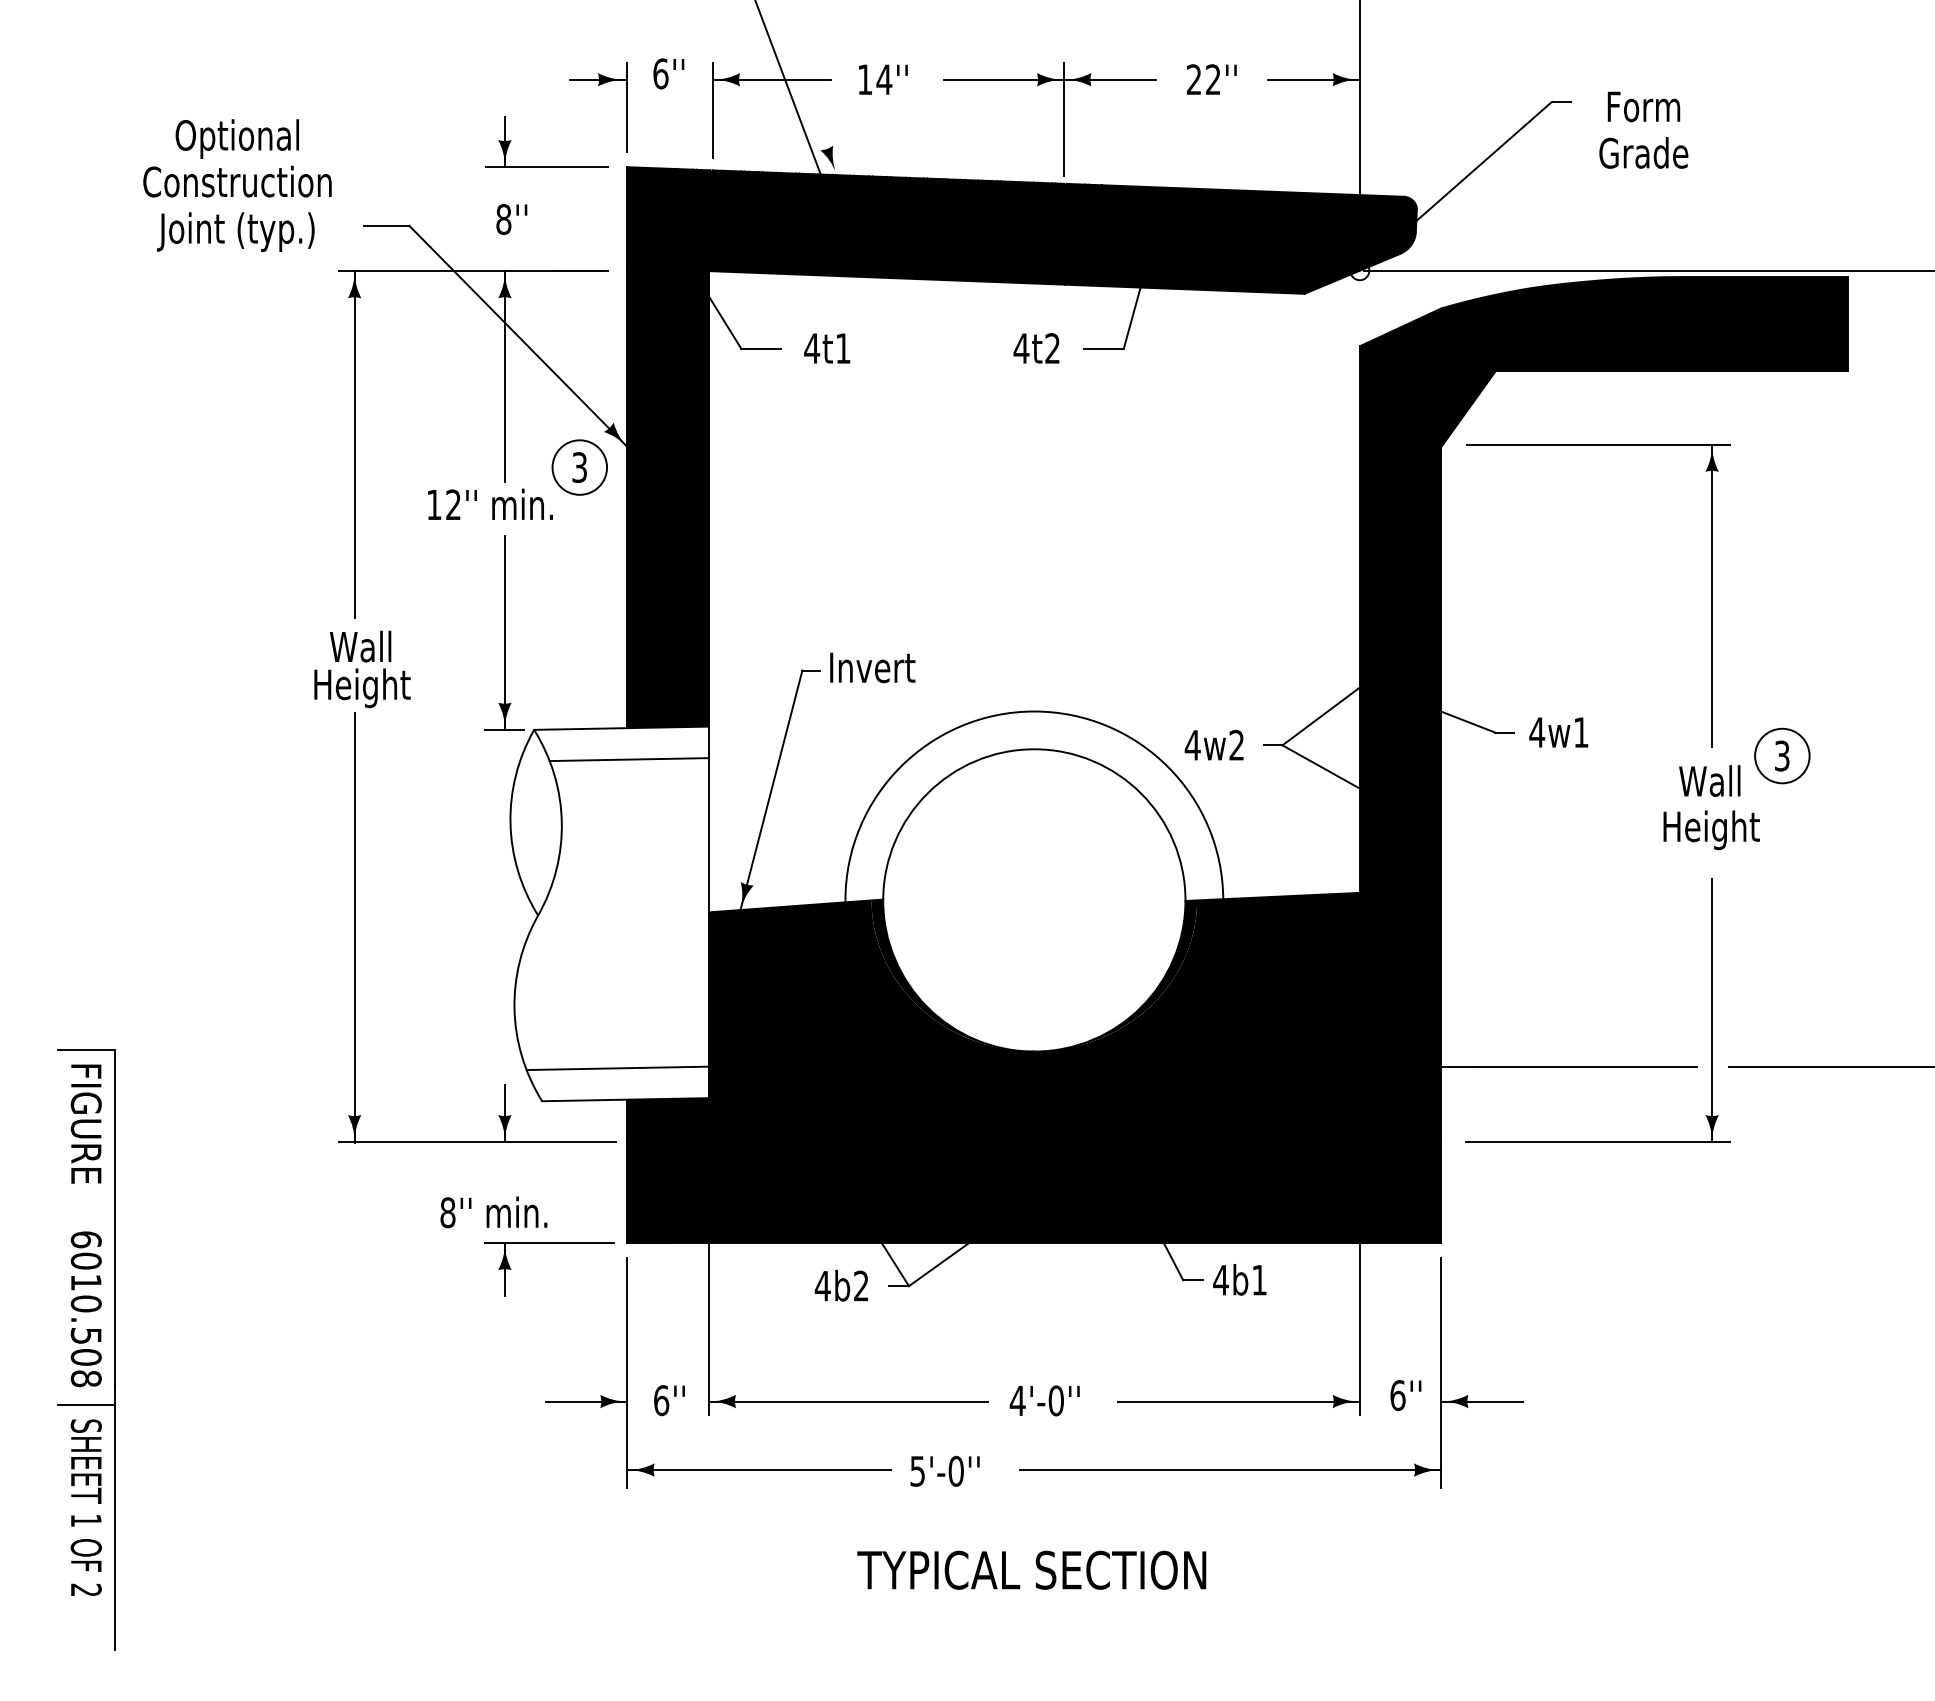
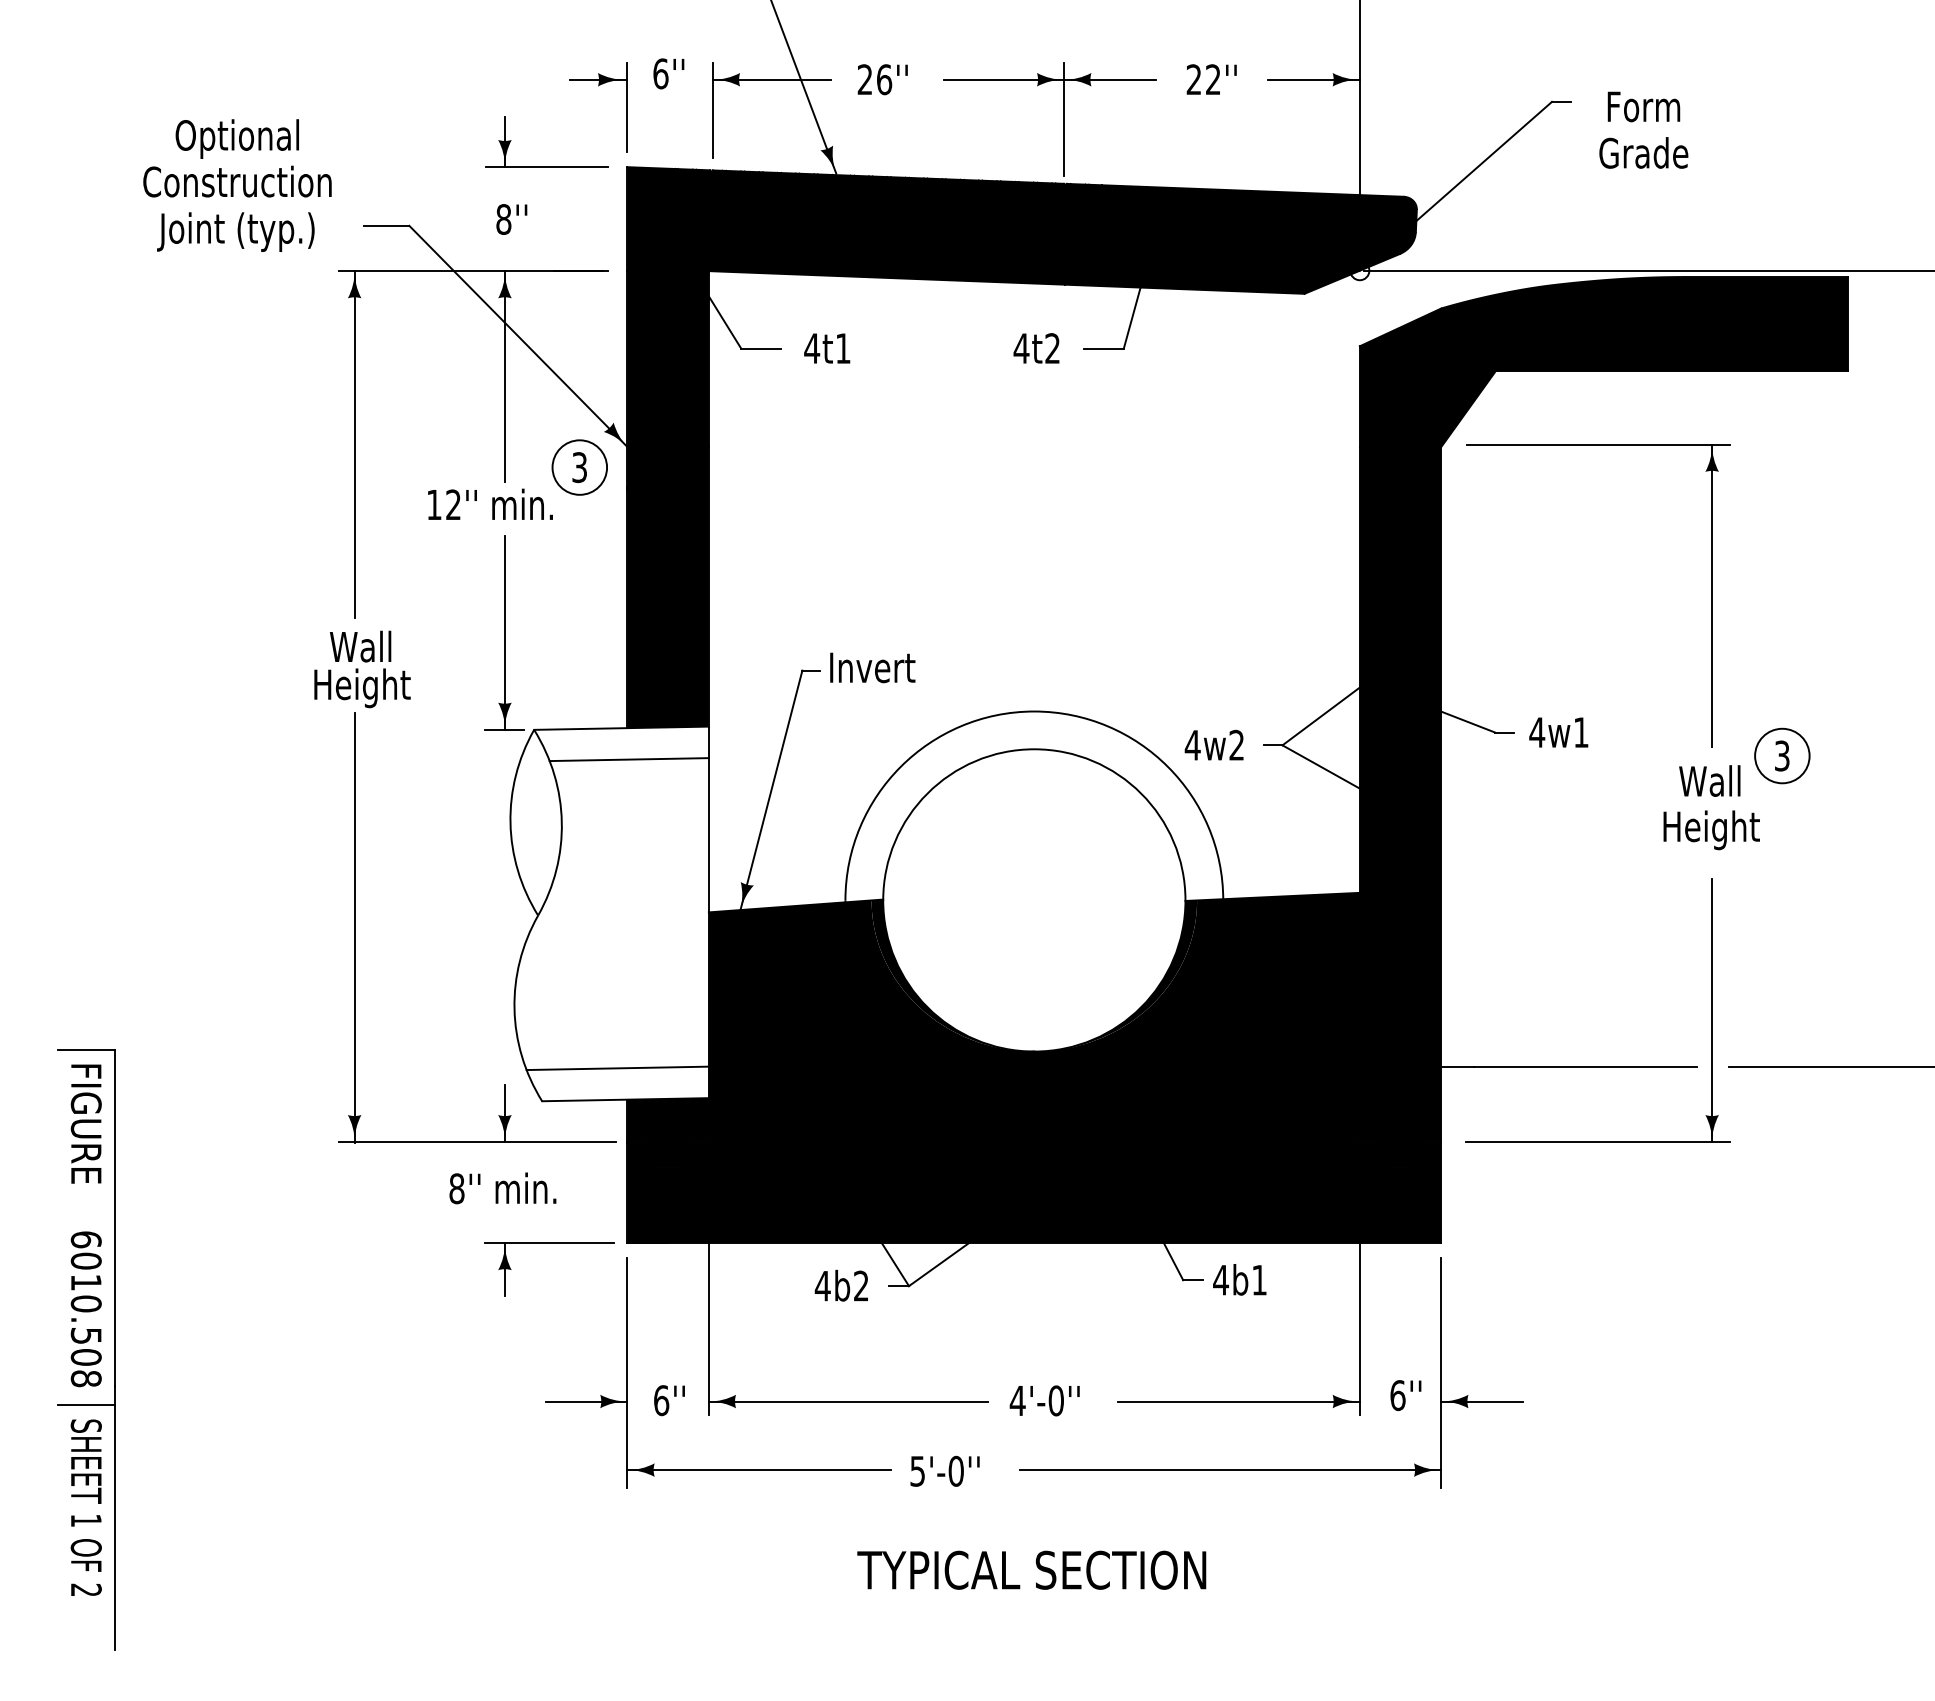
text at (874, 79): 14'' -> 26''
line at (788, 90) position: (788, 90) -> (804, 87)
text at (493, 1212) position: (493, 1212) -> (502, 1188)
